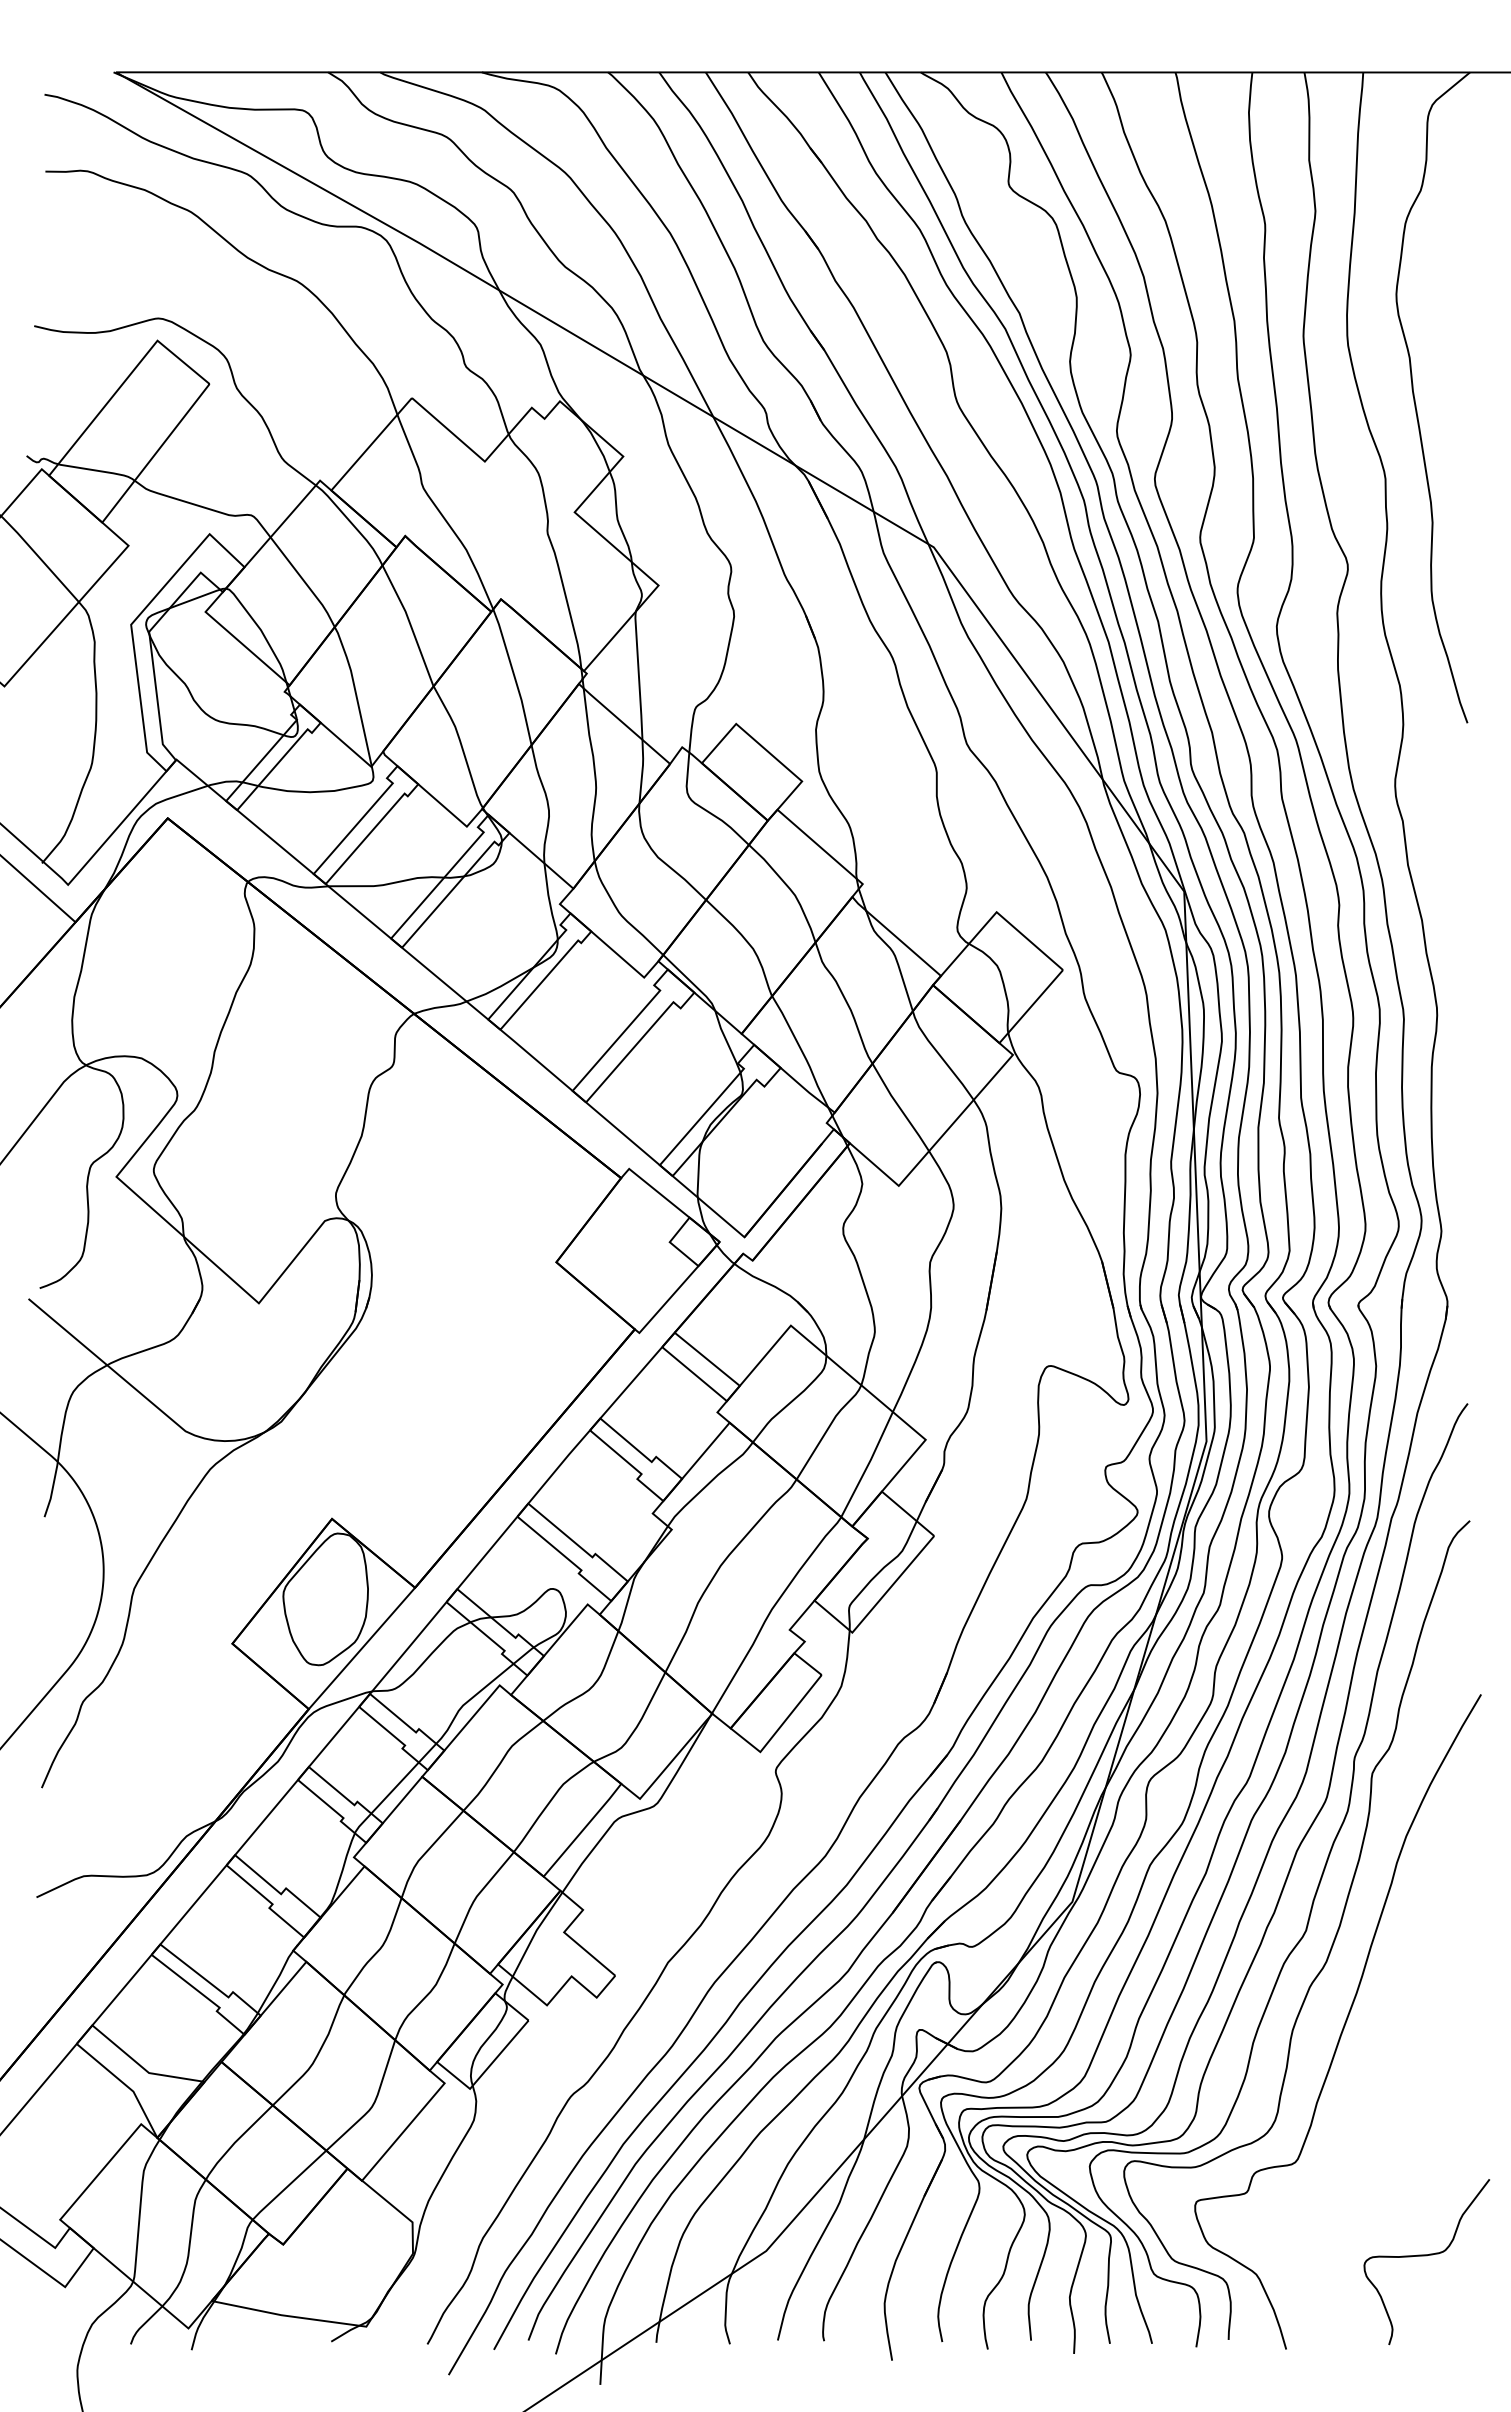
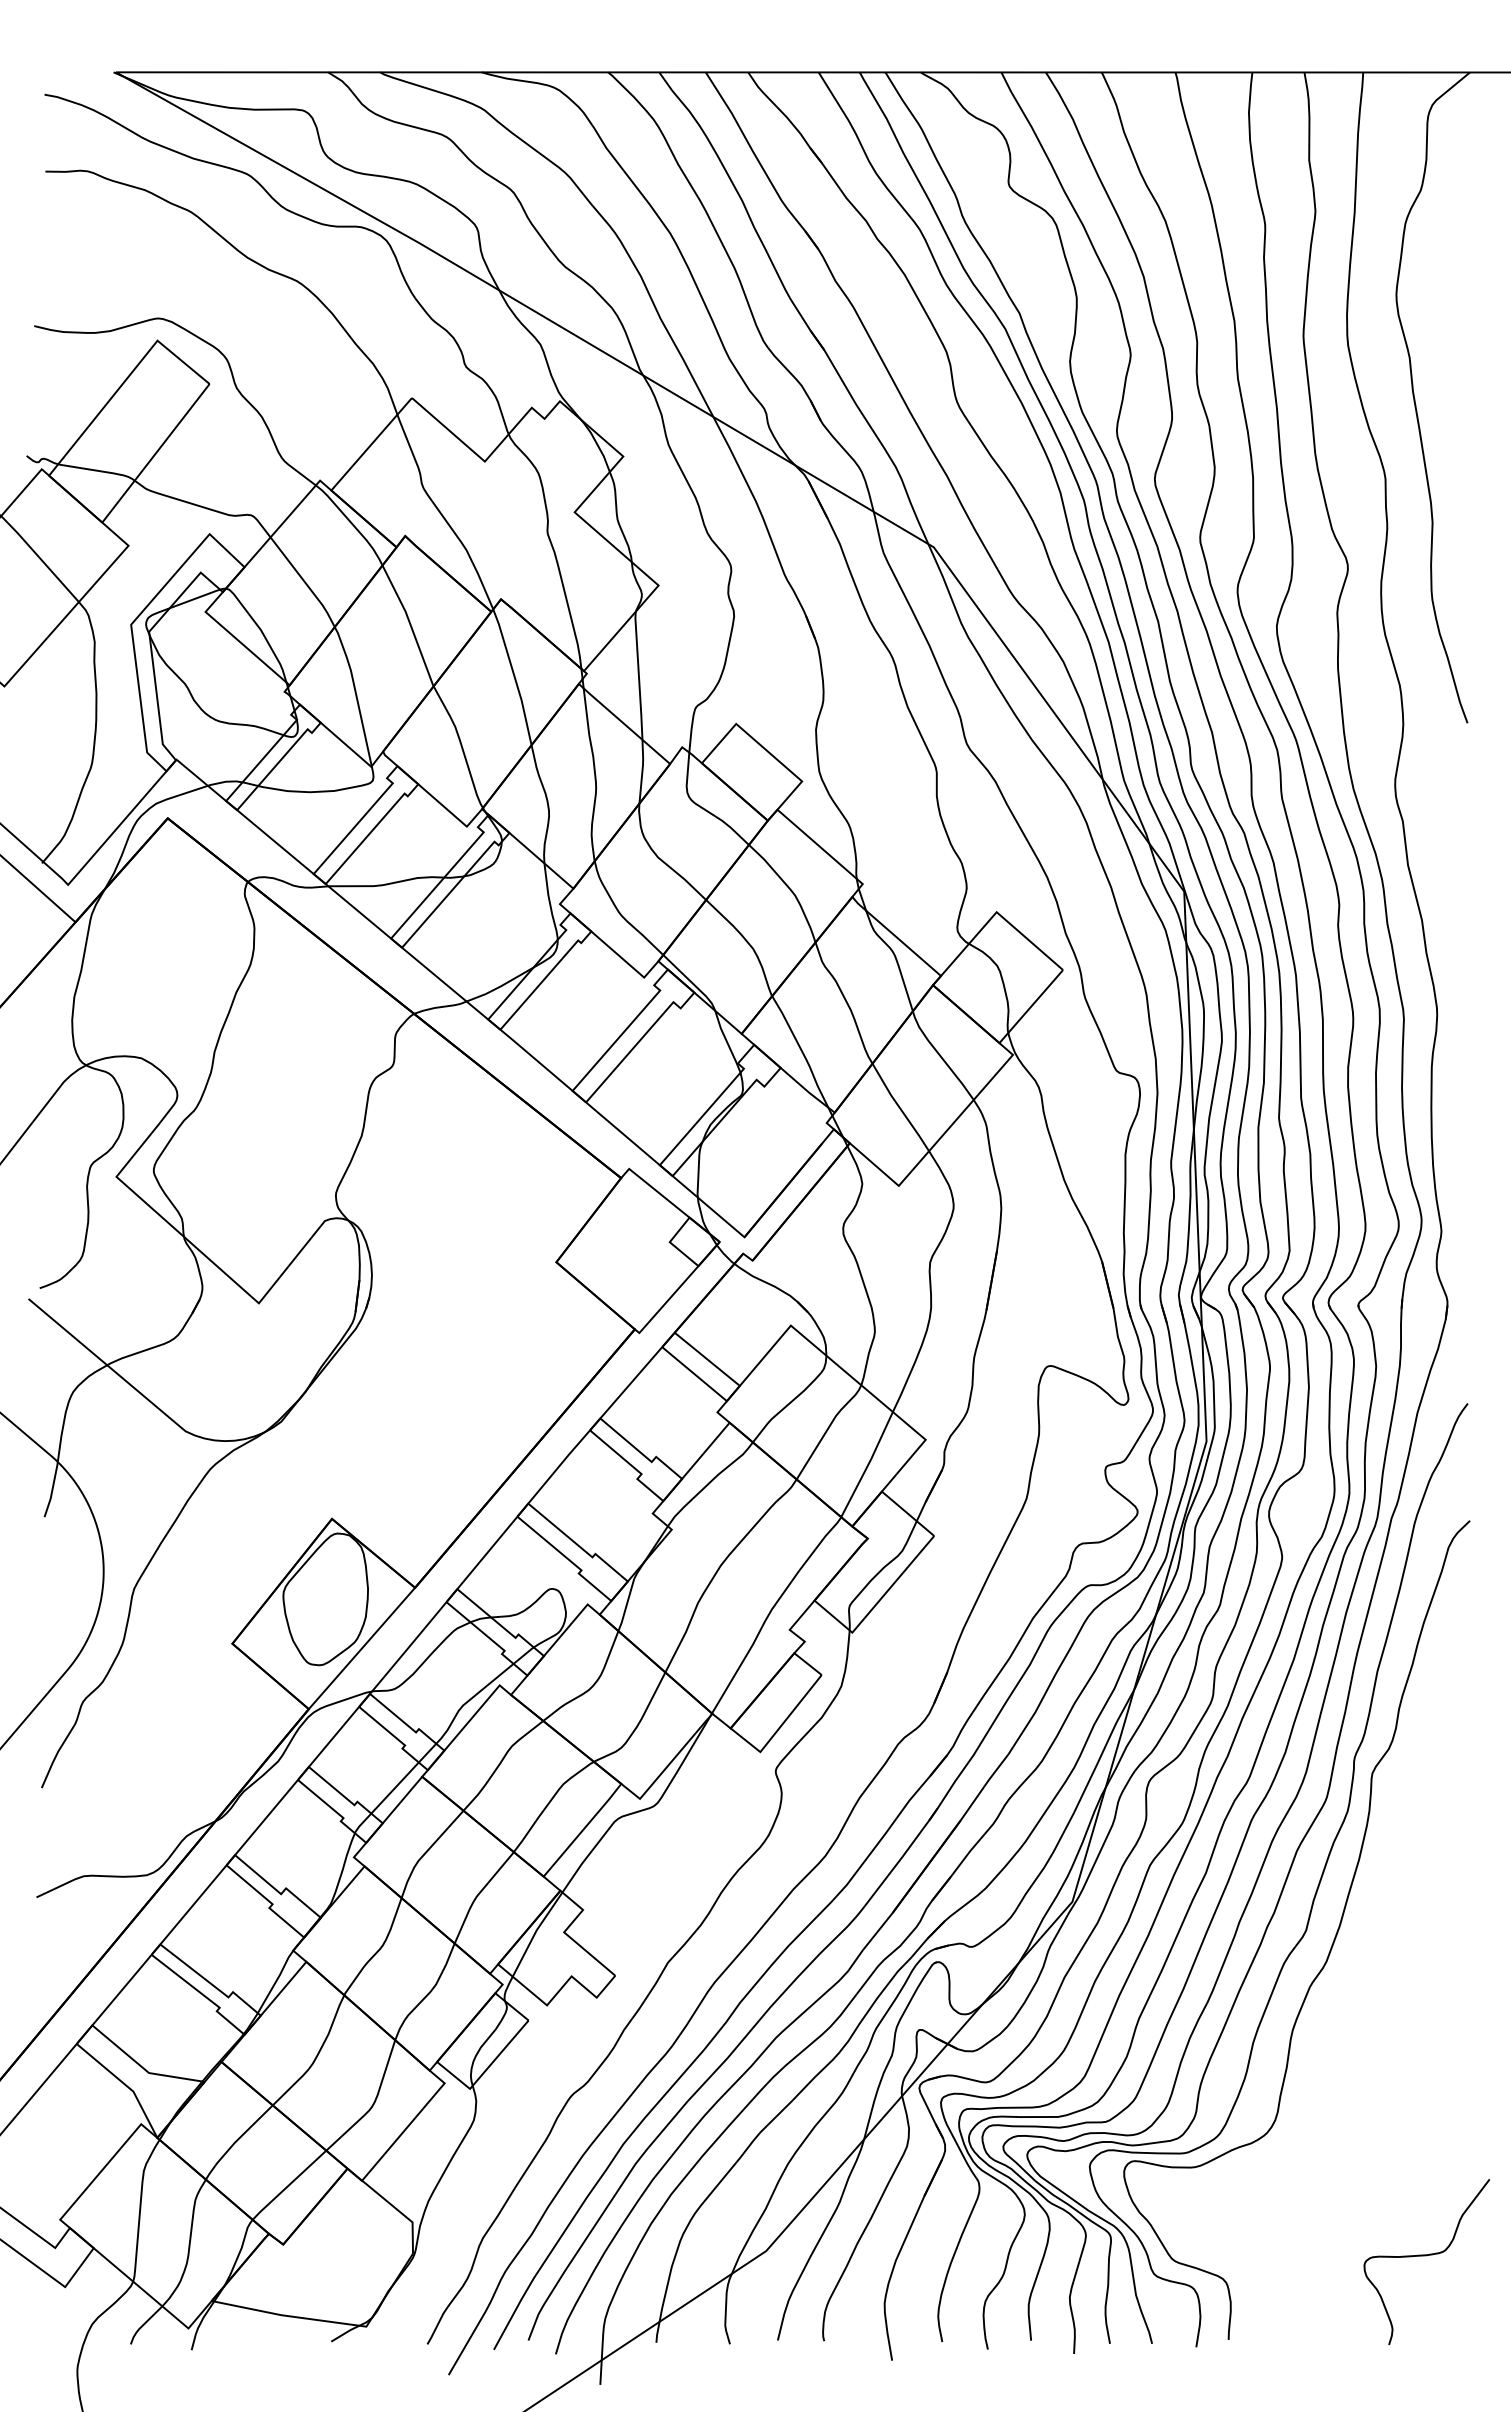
curve at (1344, 2022): present -> none
